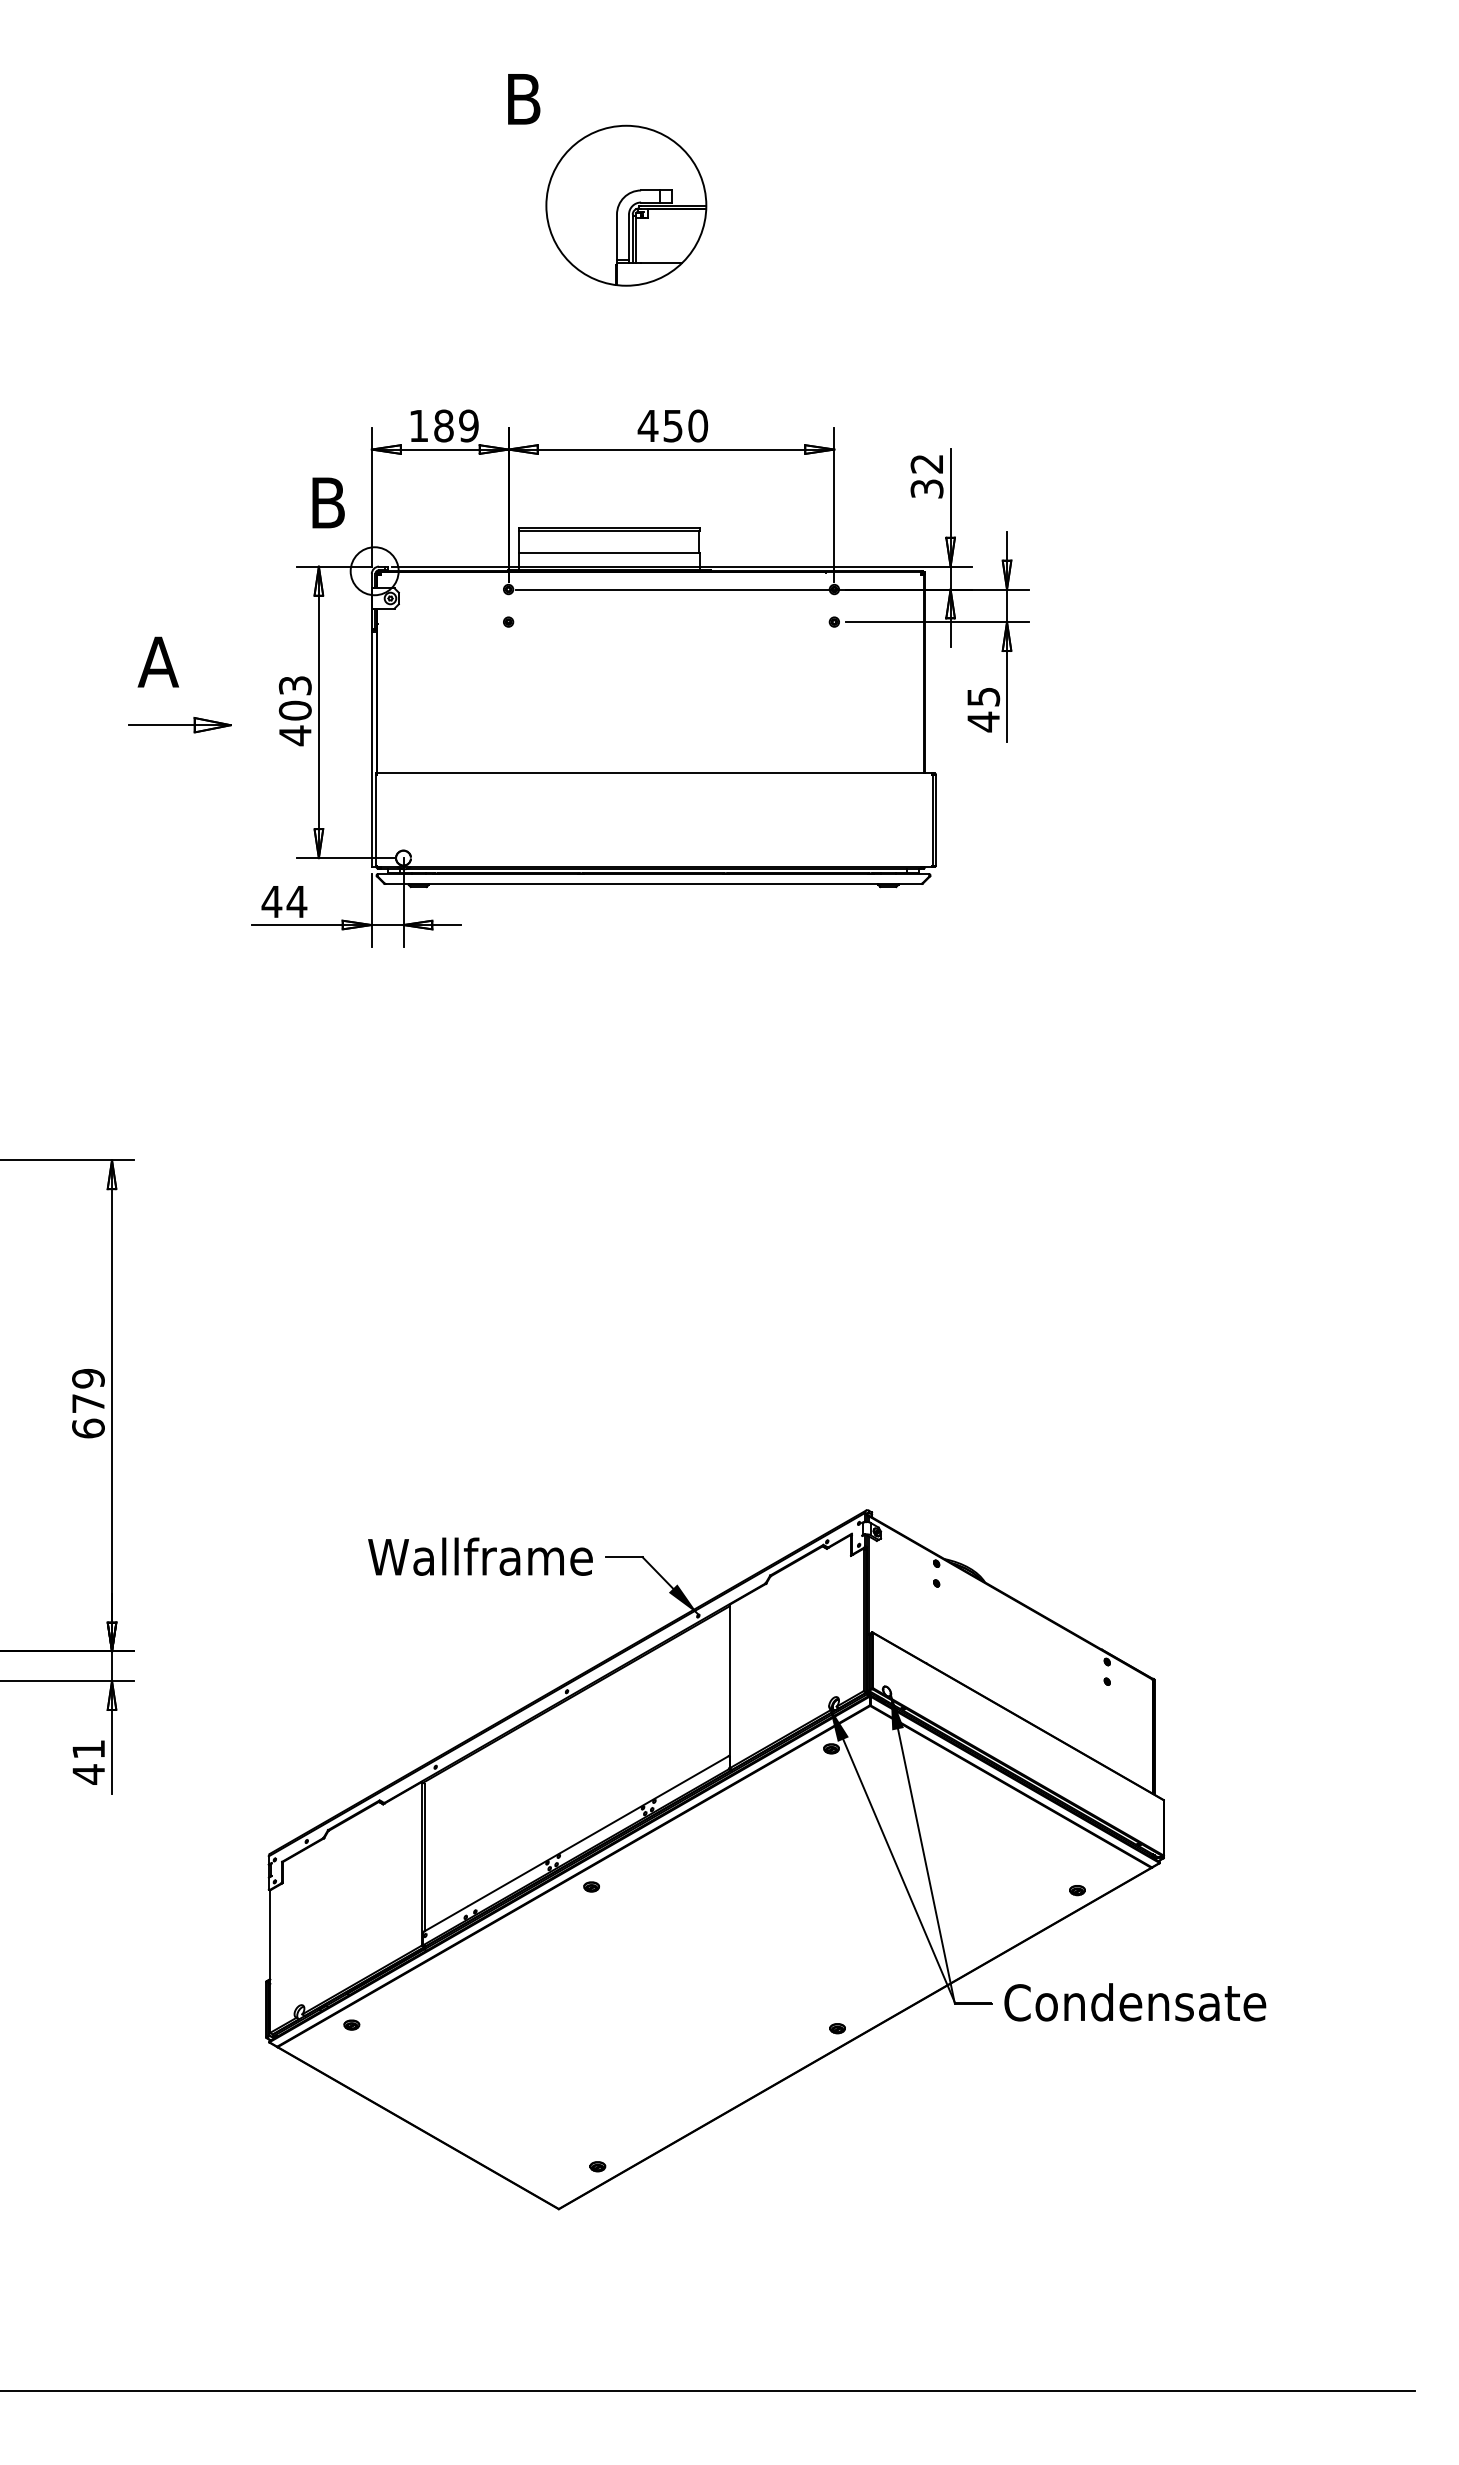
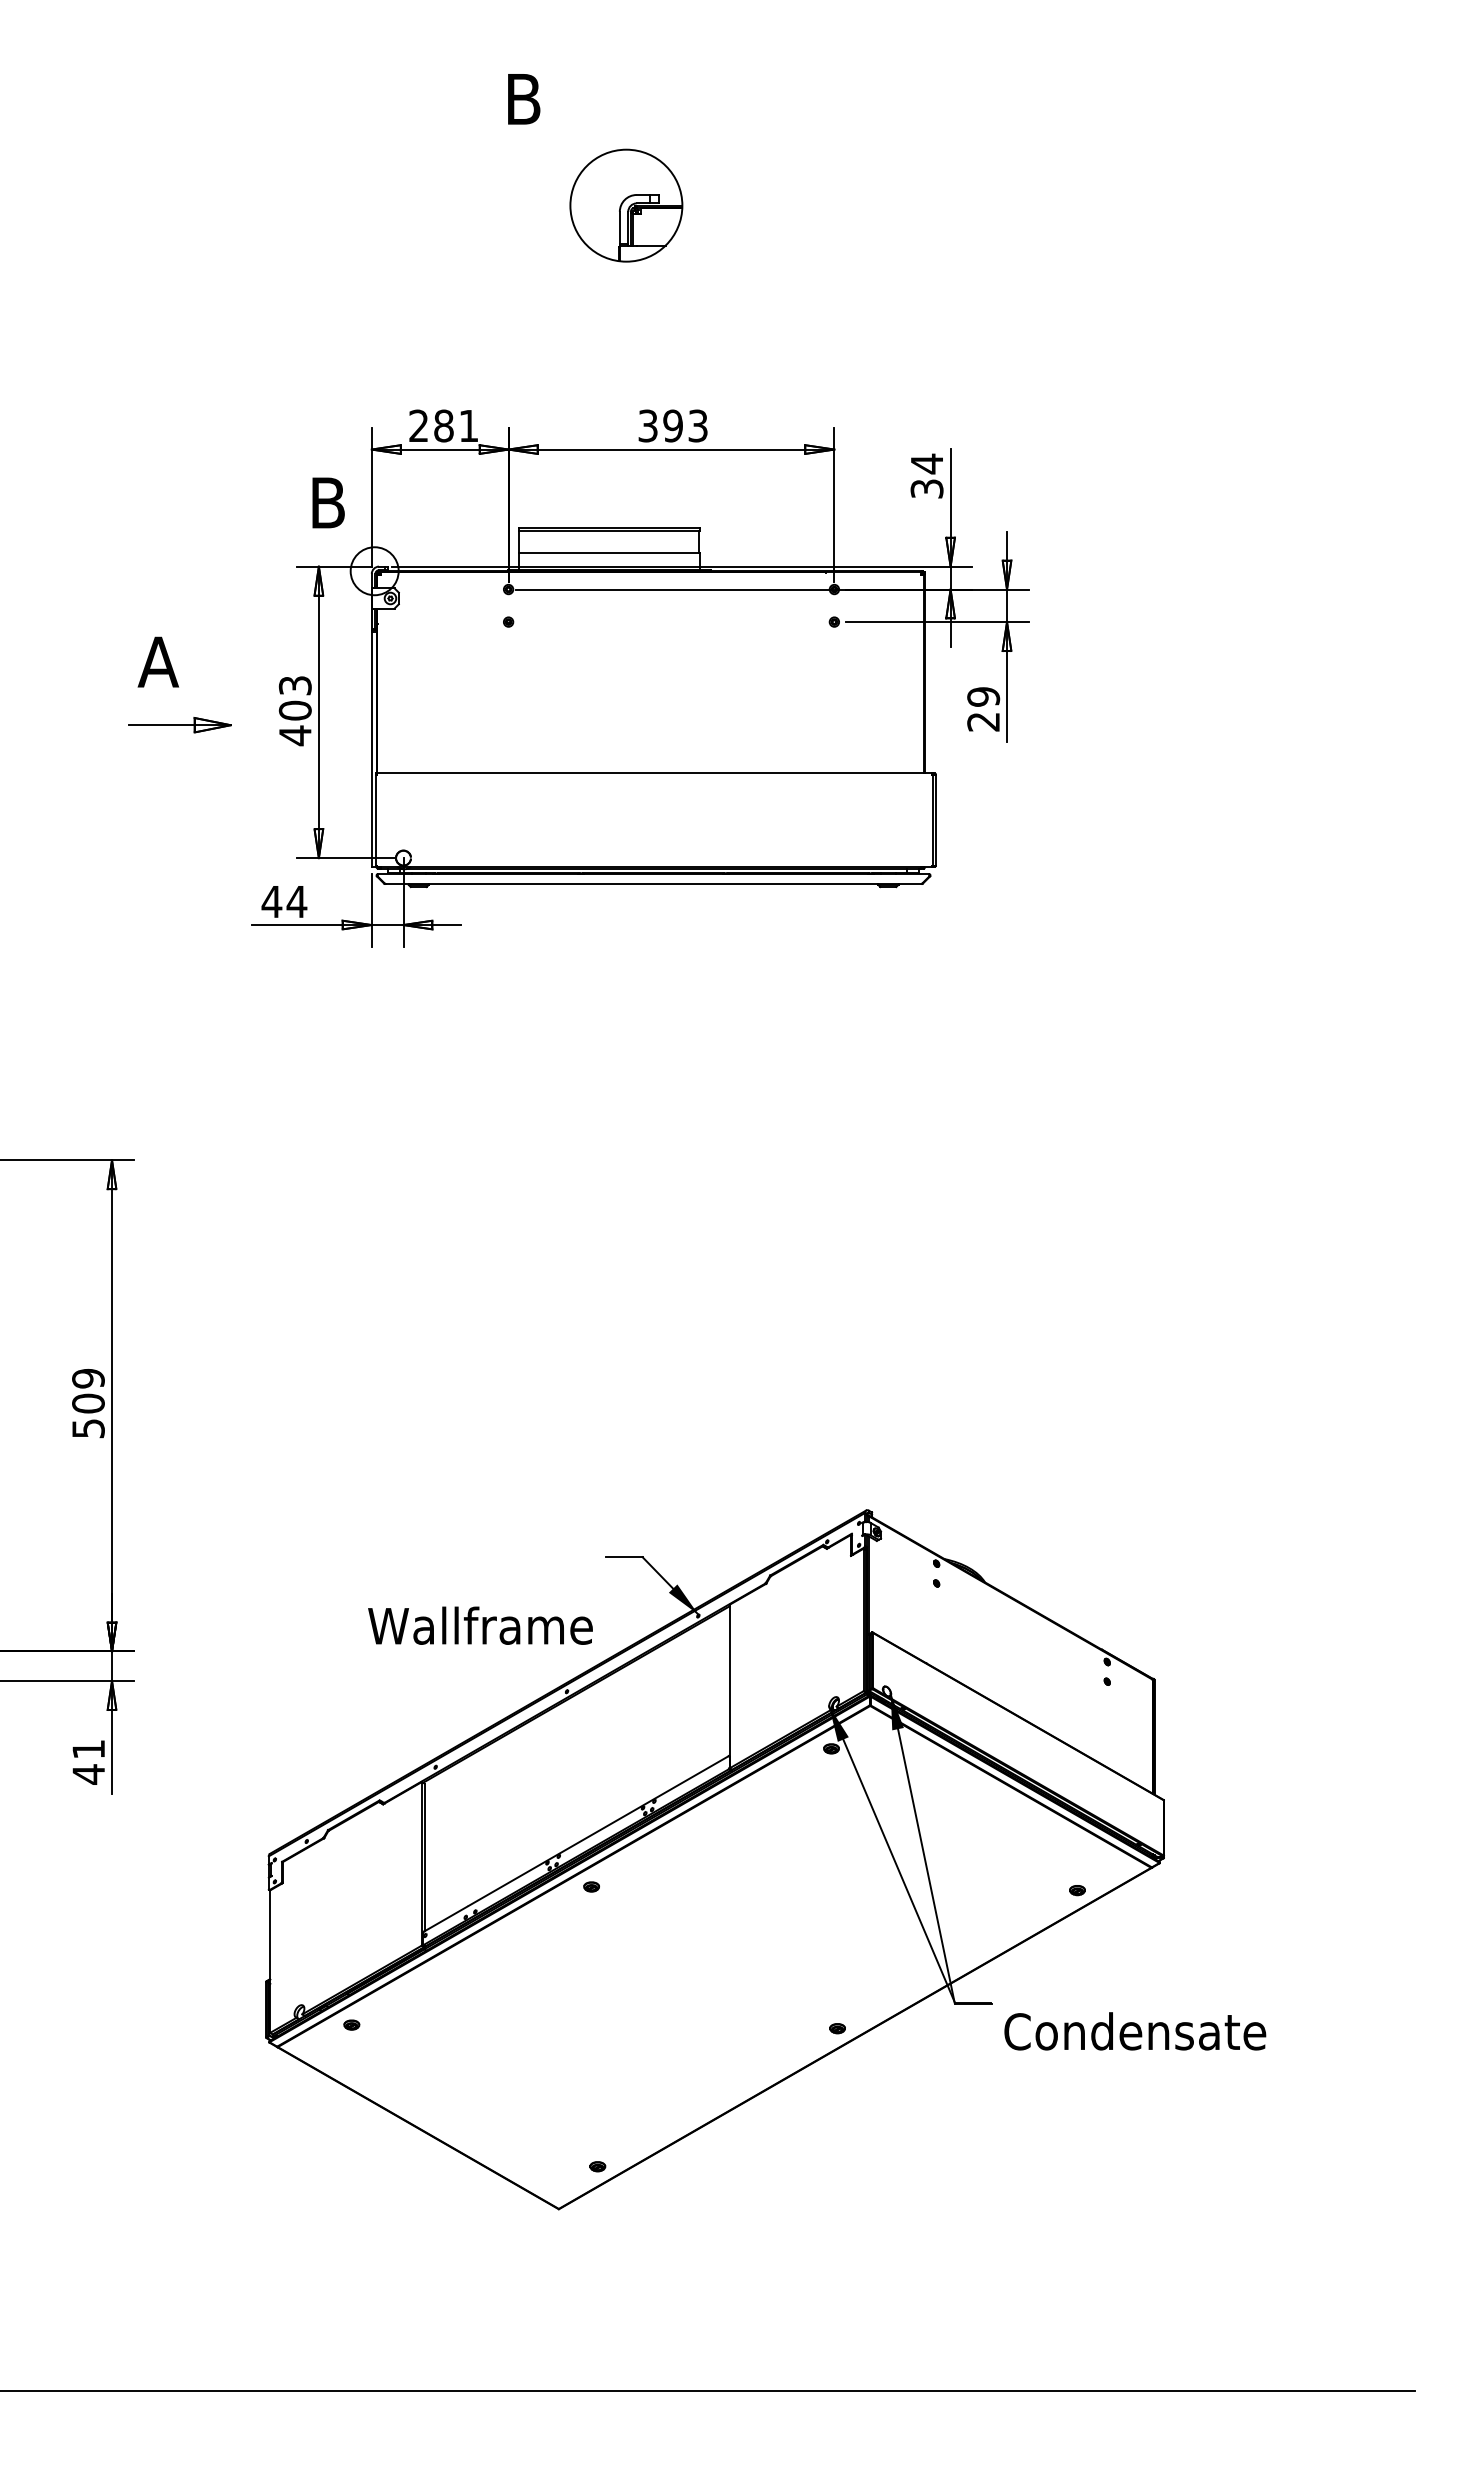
part at (626, 205) size: 163x163 px -> 115x115 px
text at (443, 425): 189 -> 281
text at (672, 425): 450 -> 393
text at (926, 463): 32 -> 34
text at (983, 709): 45 -> 29
text at (88, 1415): 679 -> 509
text at (480, 1556) position: (480, 1556) -> (480, 1625)
text at (1135, 2002) position: (1135, 2002) -> (1135, 2031)
